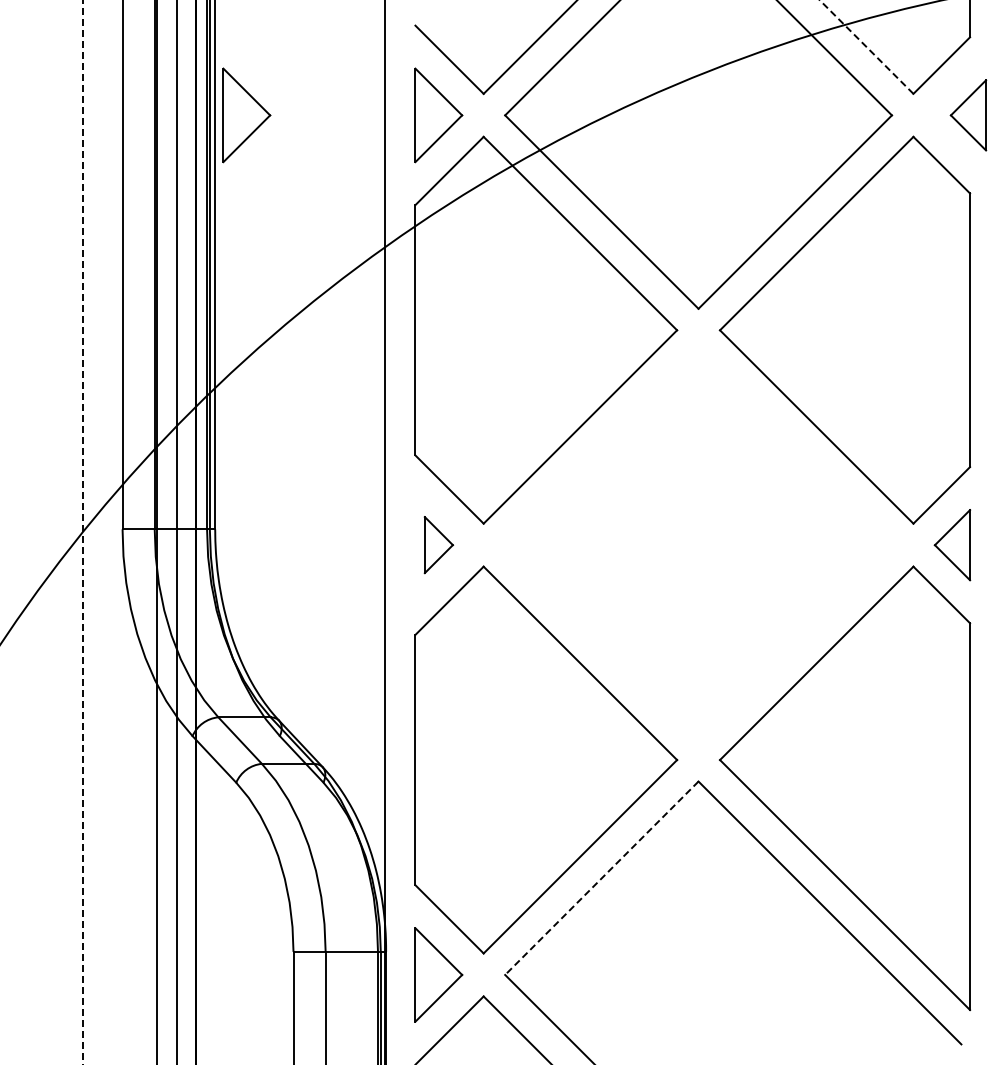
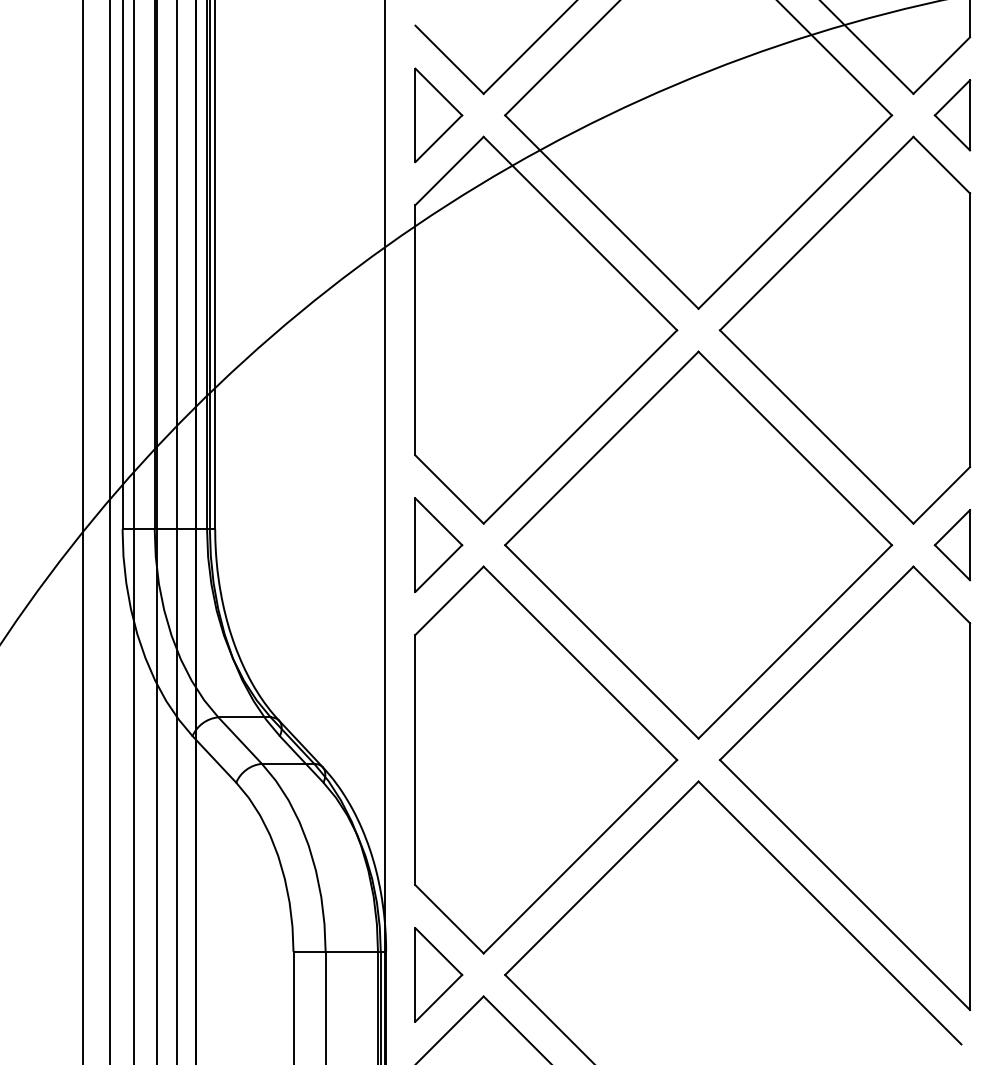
line at (866, 46): dashed -> solid
part at (246, 115): present -> none
part at (968, 115) position: (968, 115) -> (952, 115)
line at (109, 531): none -> present
line at (134, 531): none -> present
line at (83, 532): dashed -> solid
part at (698, 544): none -> present
part at (438, 545) size: 32x59 px -> 50x96 px
line at (601, 878): dashed -> solid
